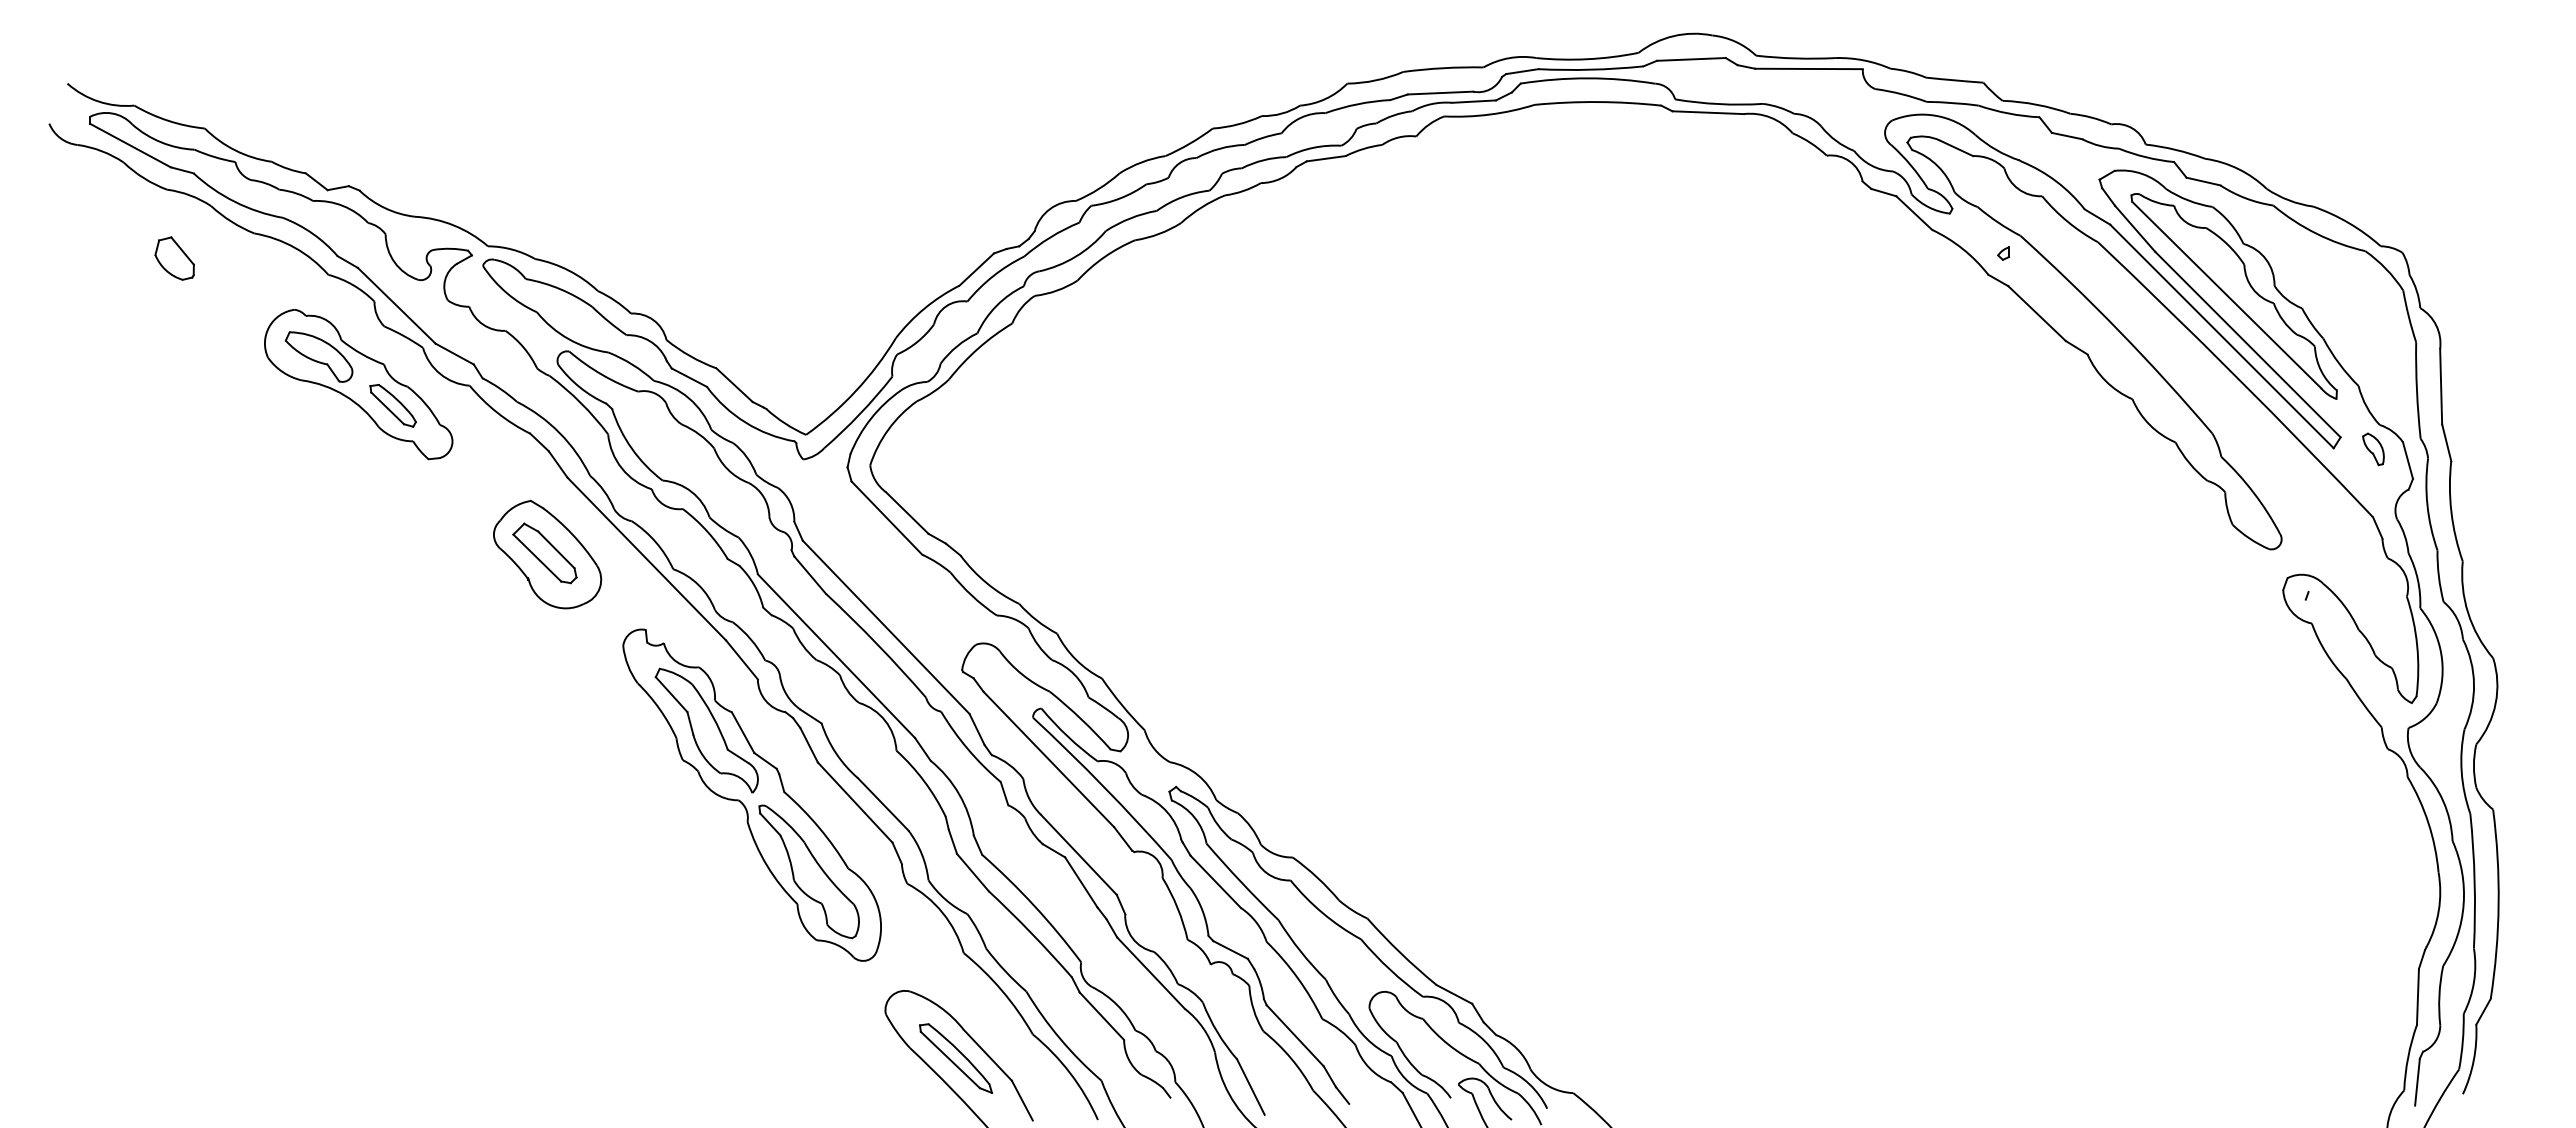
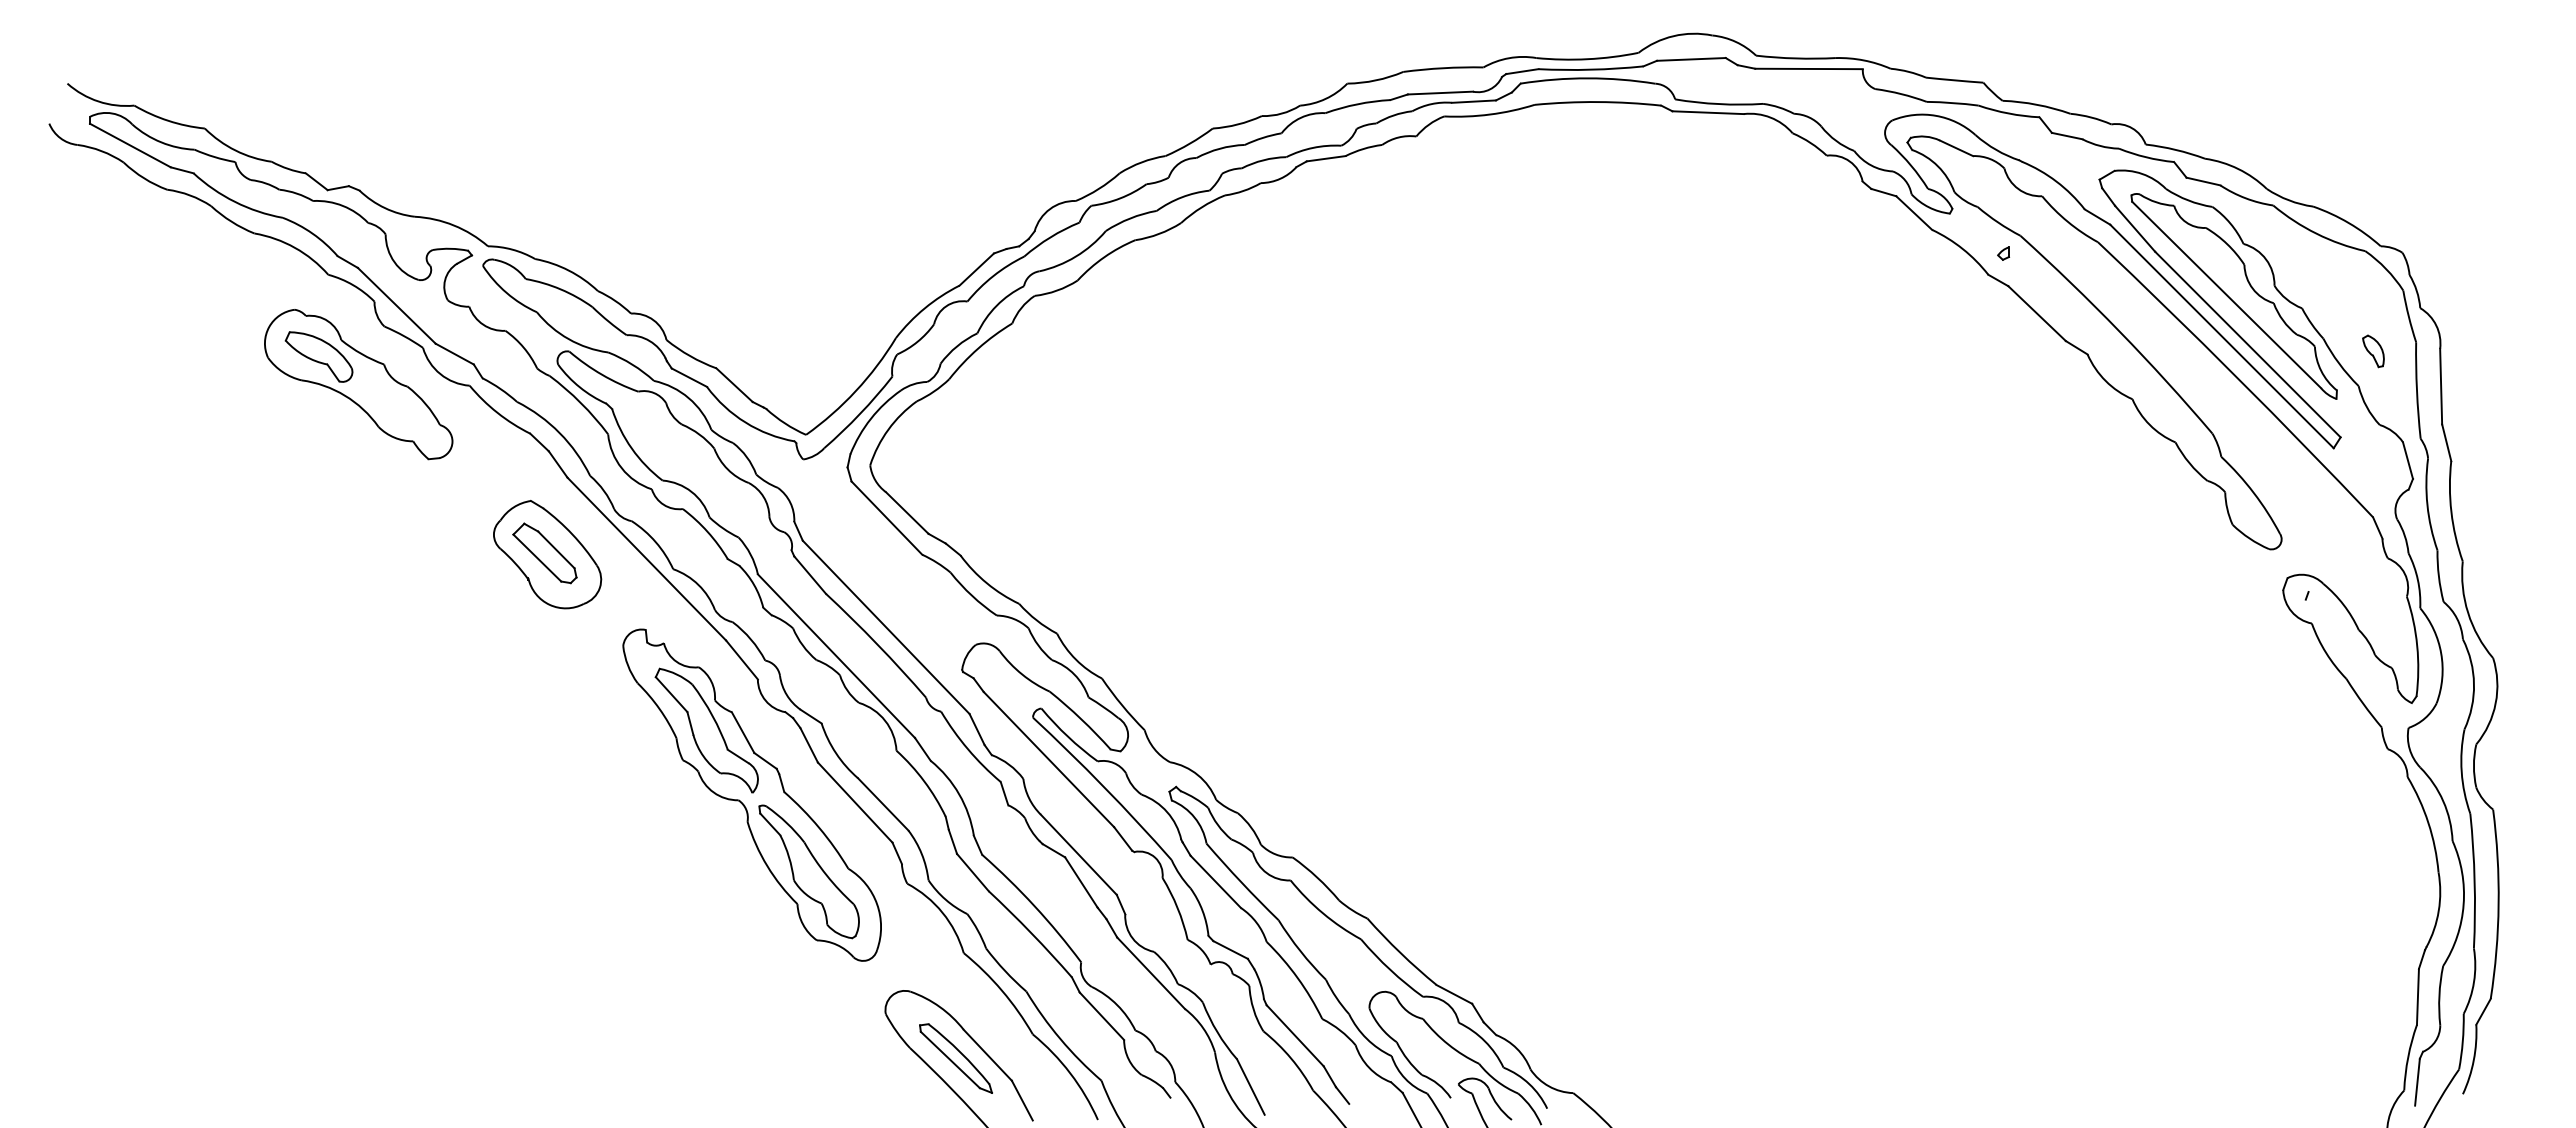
part at (174, 258): present -> none
part at (392, 405): present -> none
part at (2373, 449) position: (2373, 449) -> (2373, 351)
